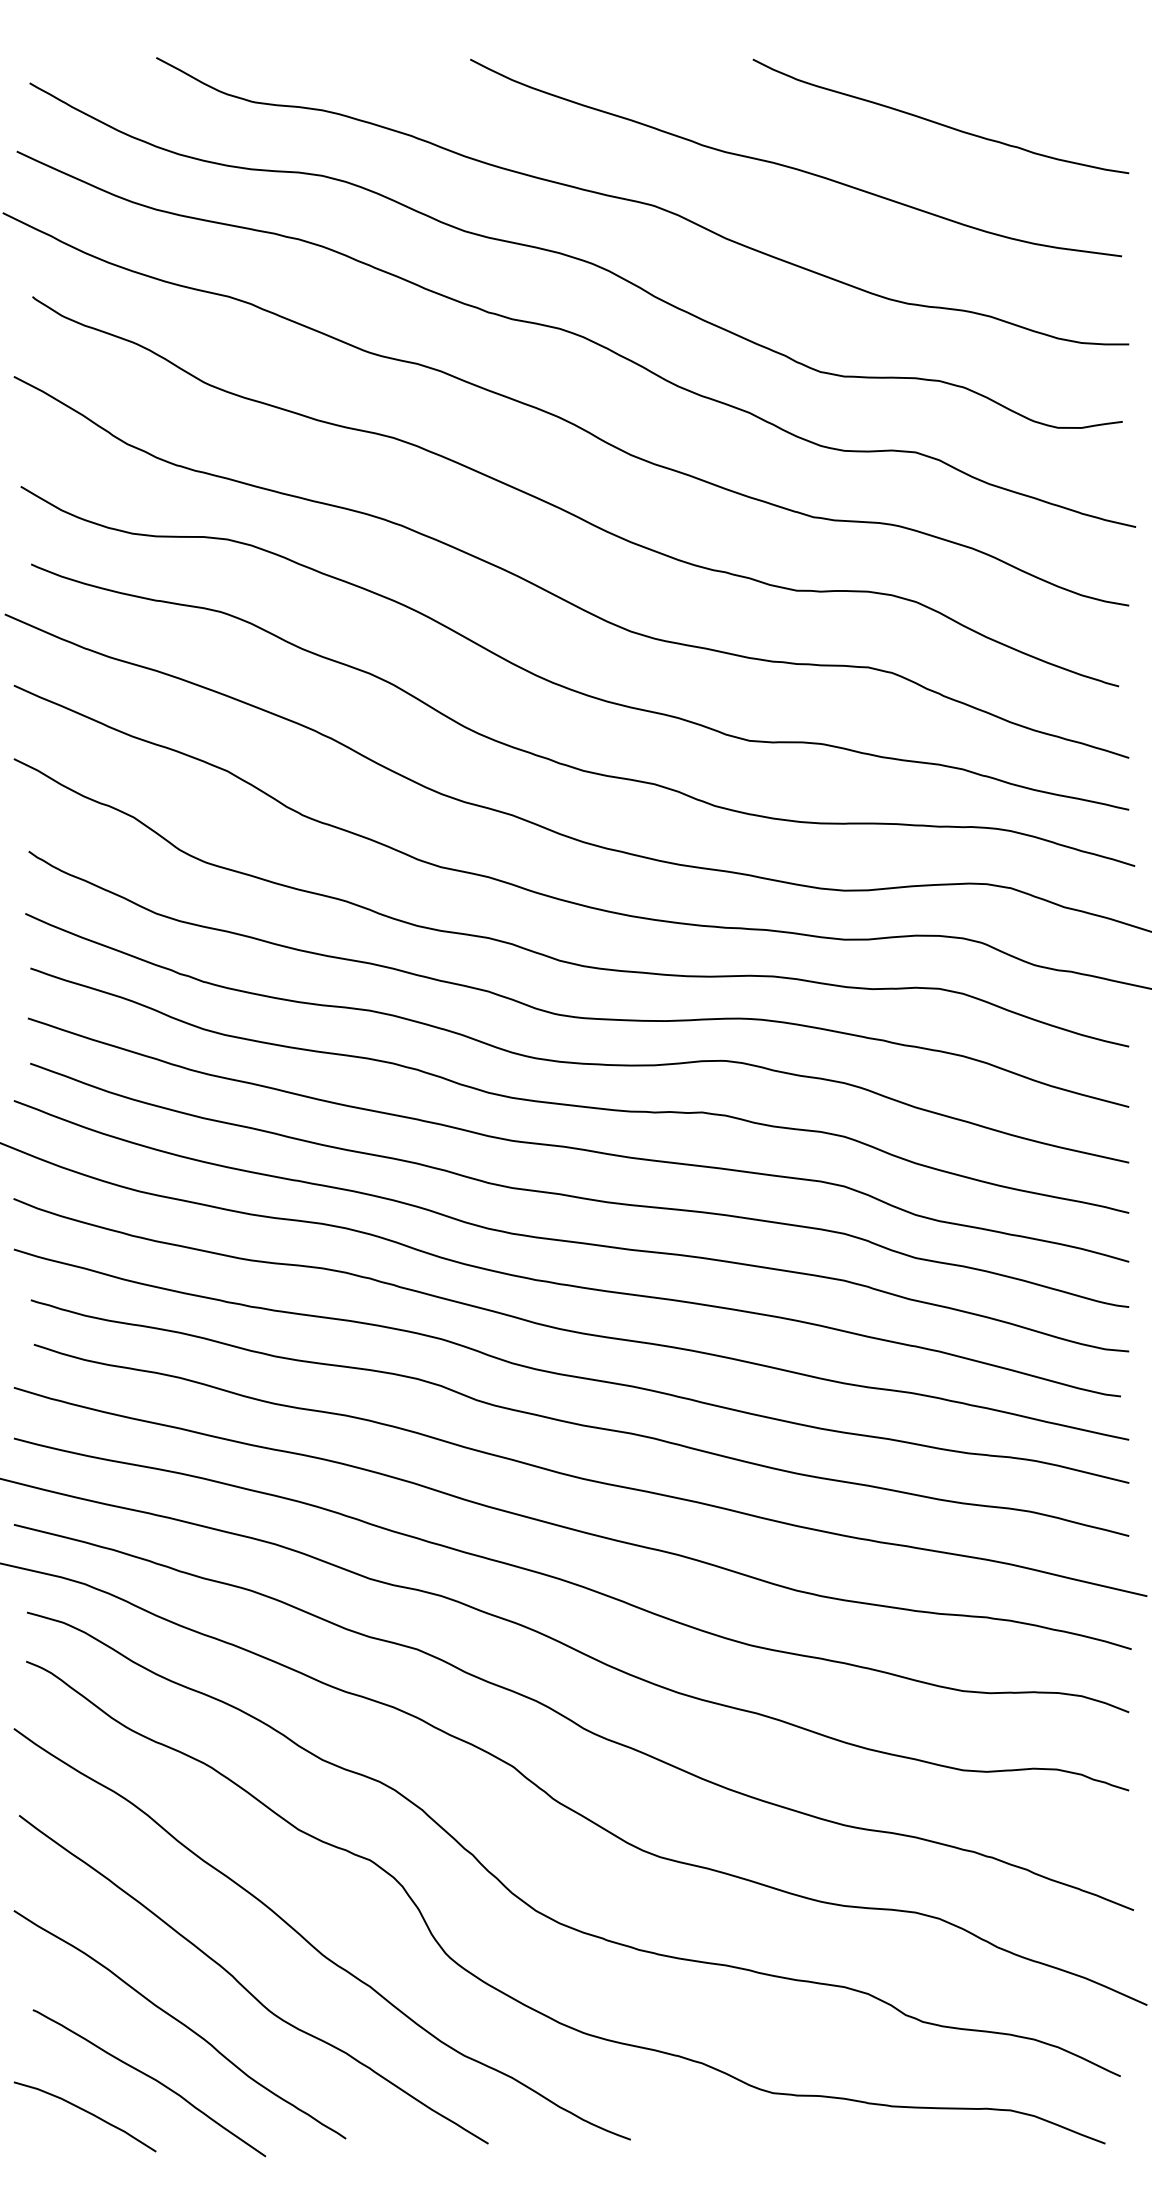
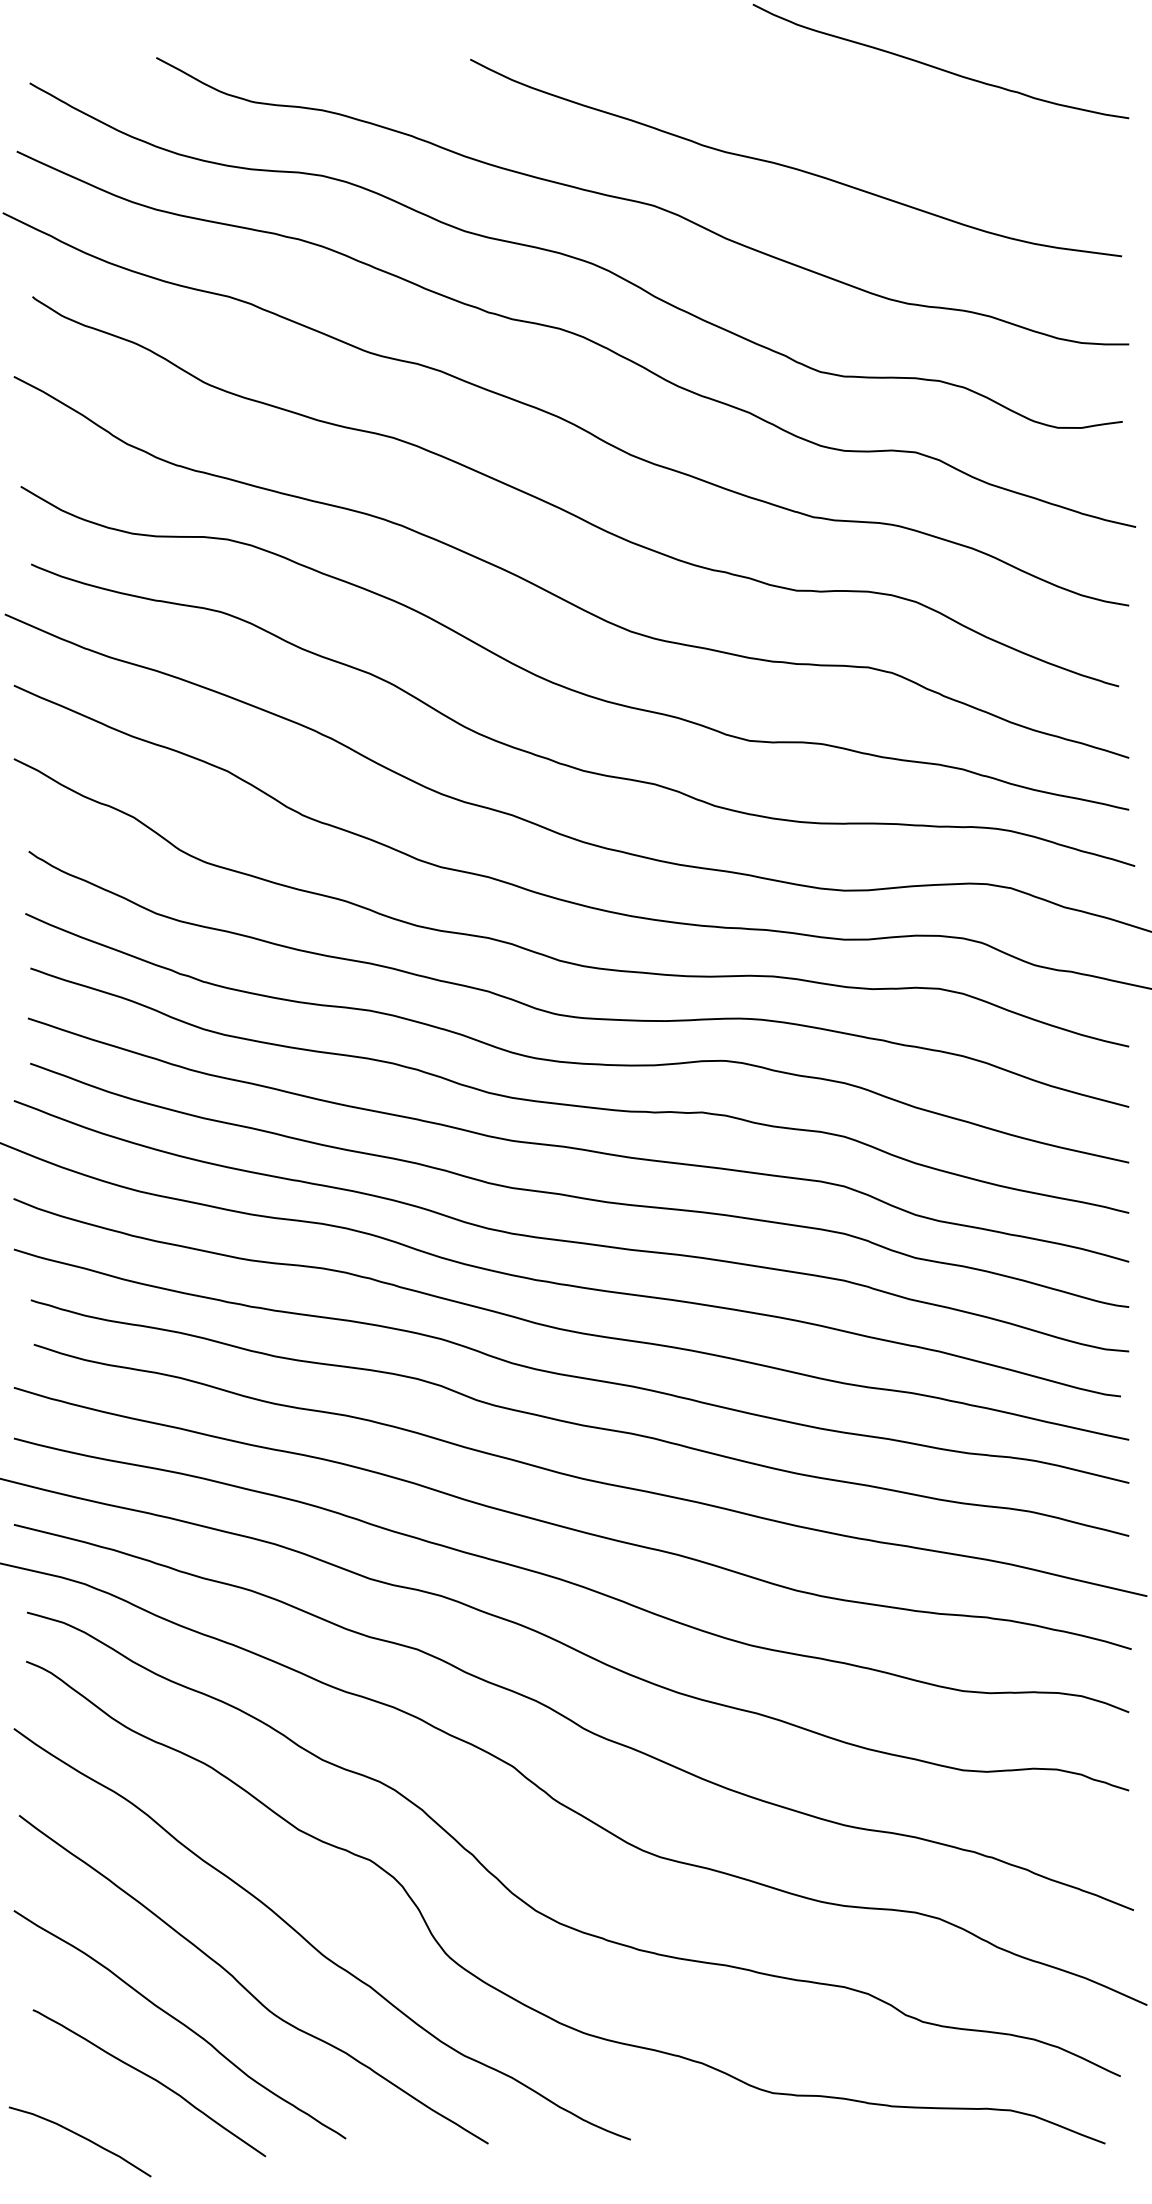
curve at (938, 122) position: (938, 122) -> (938, 67)
curve at (86, 2112) position: (86, 2112) -> (81, 2137)
